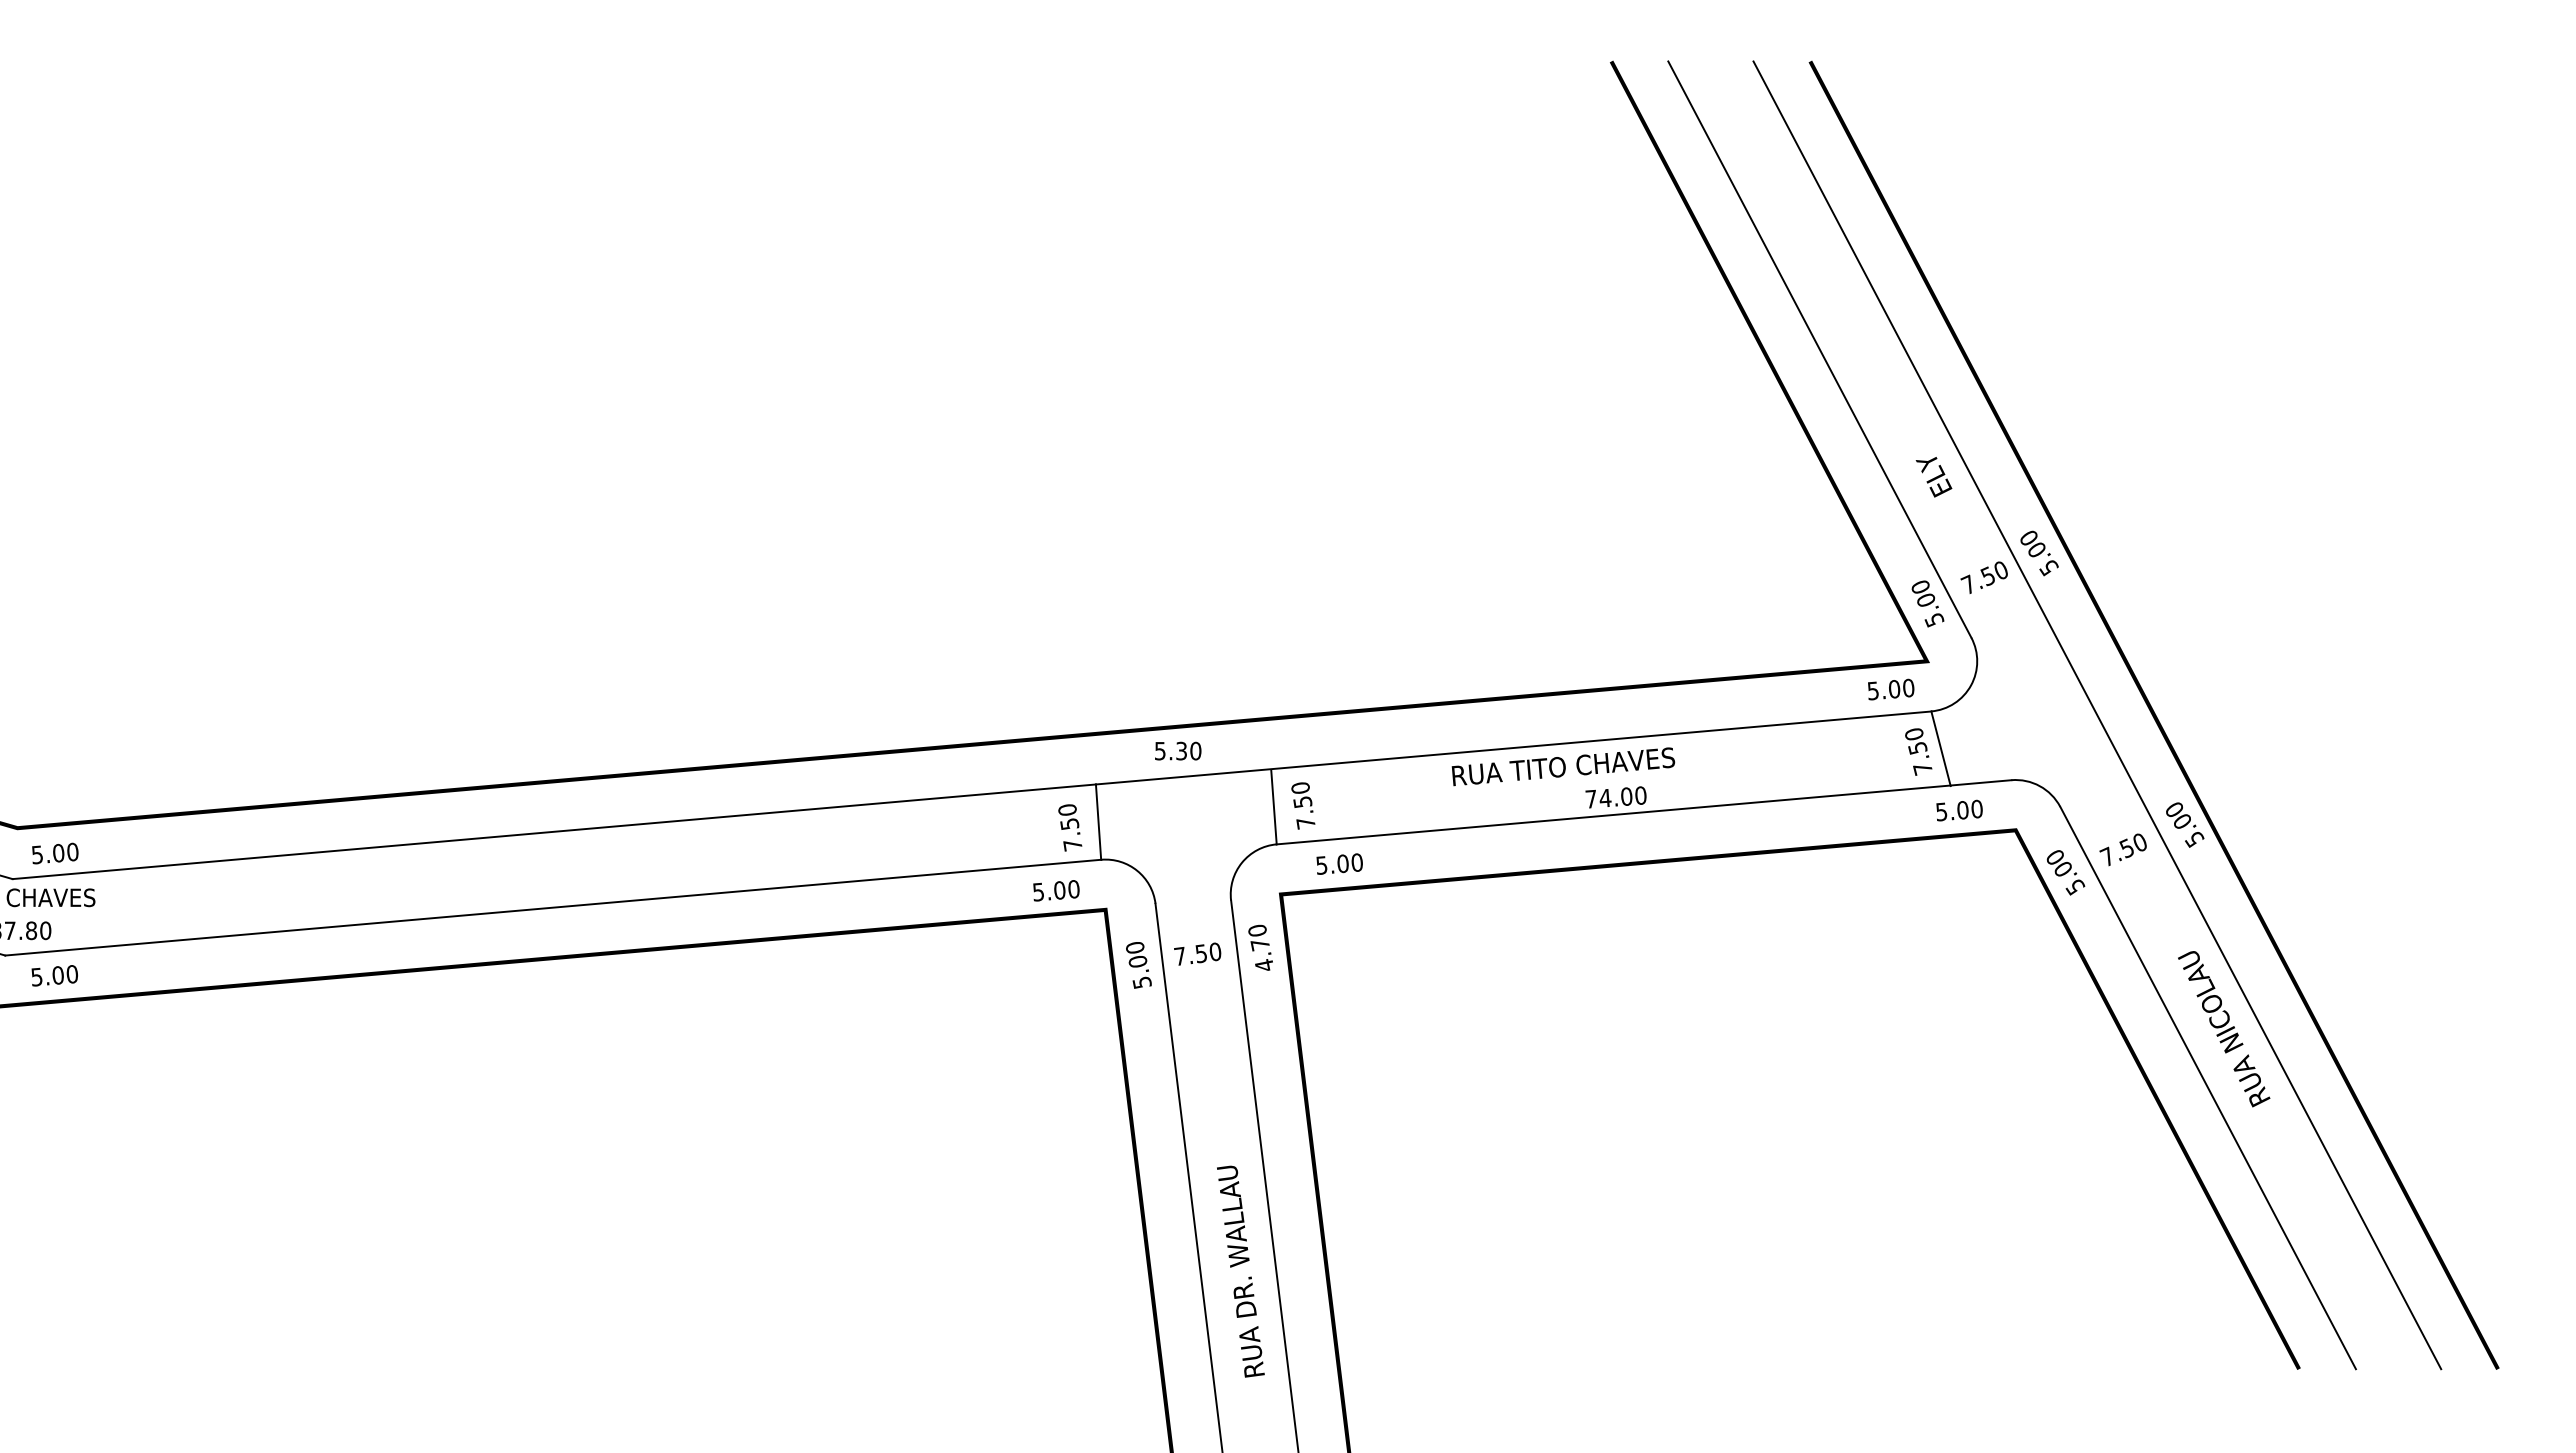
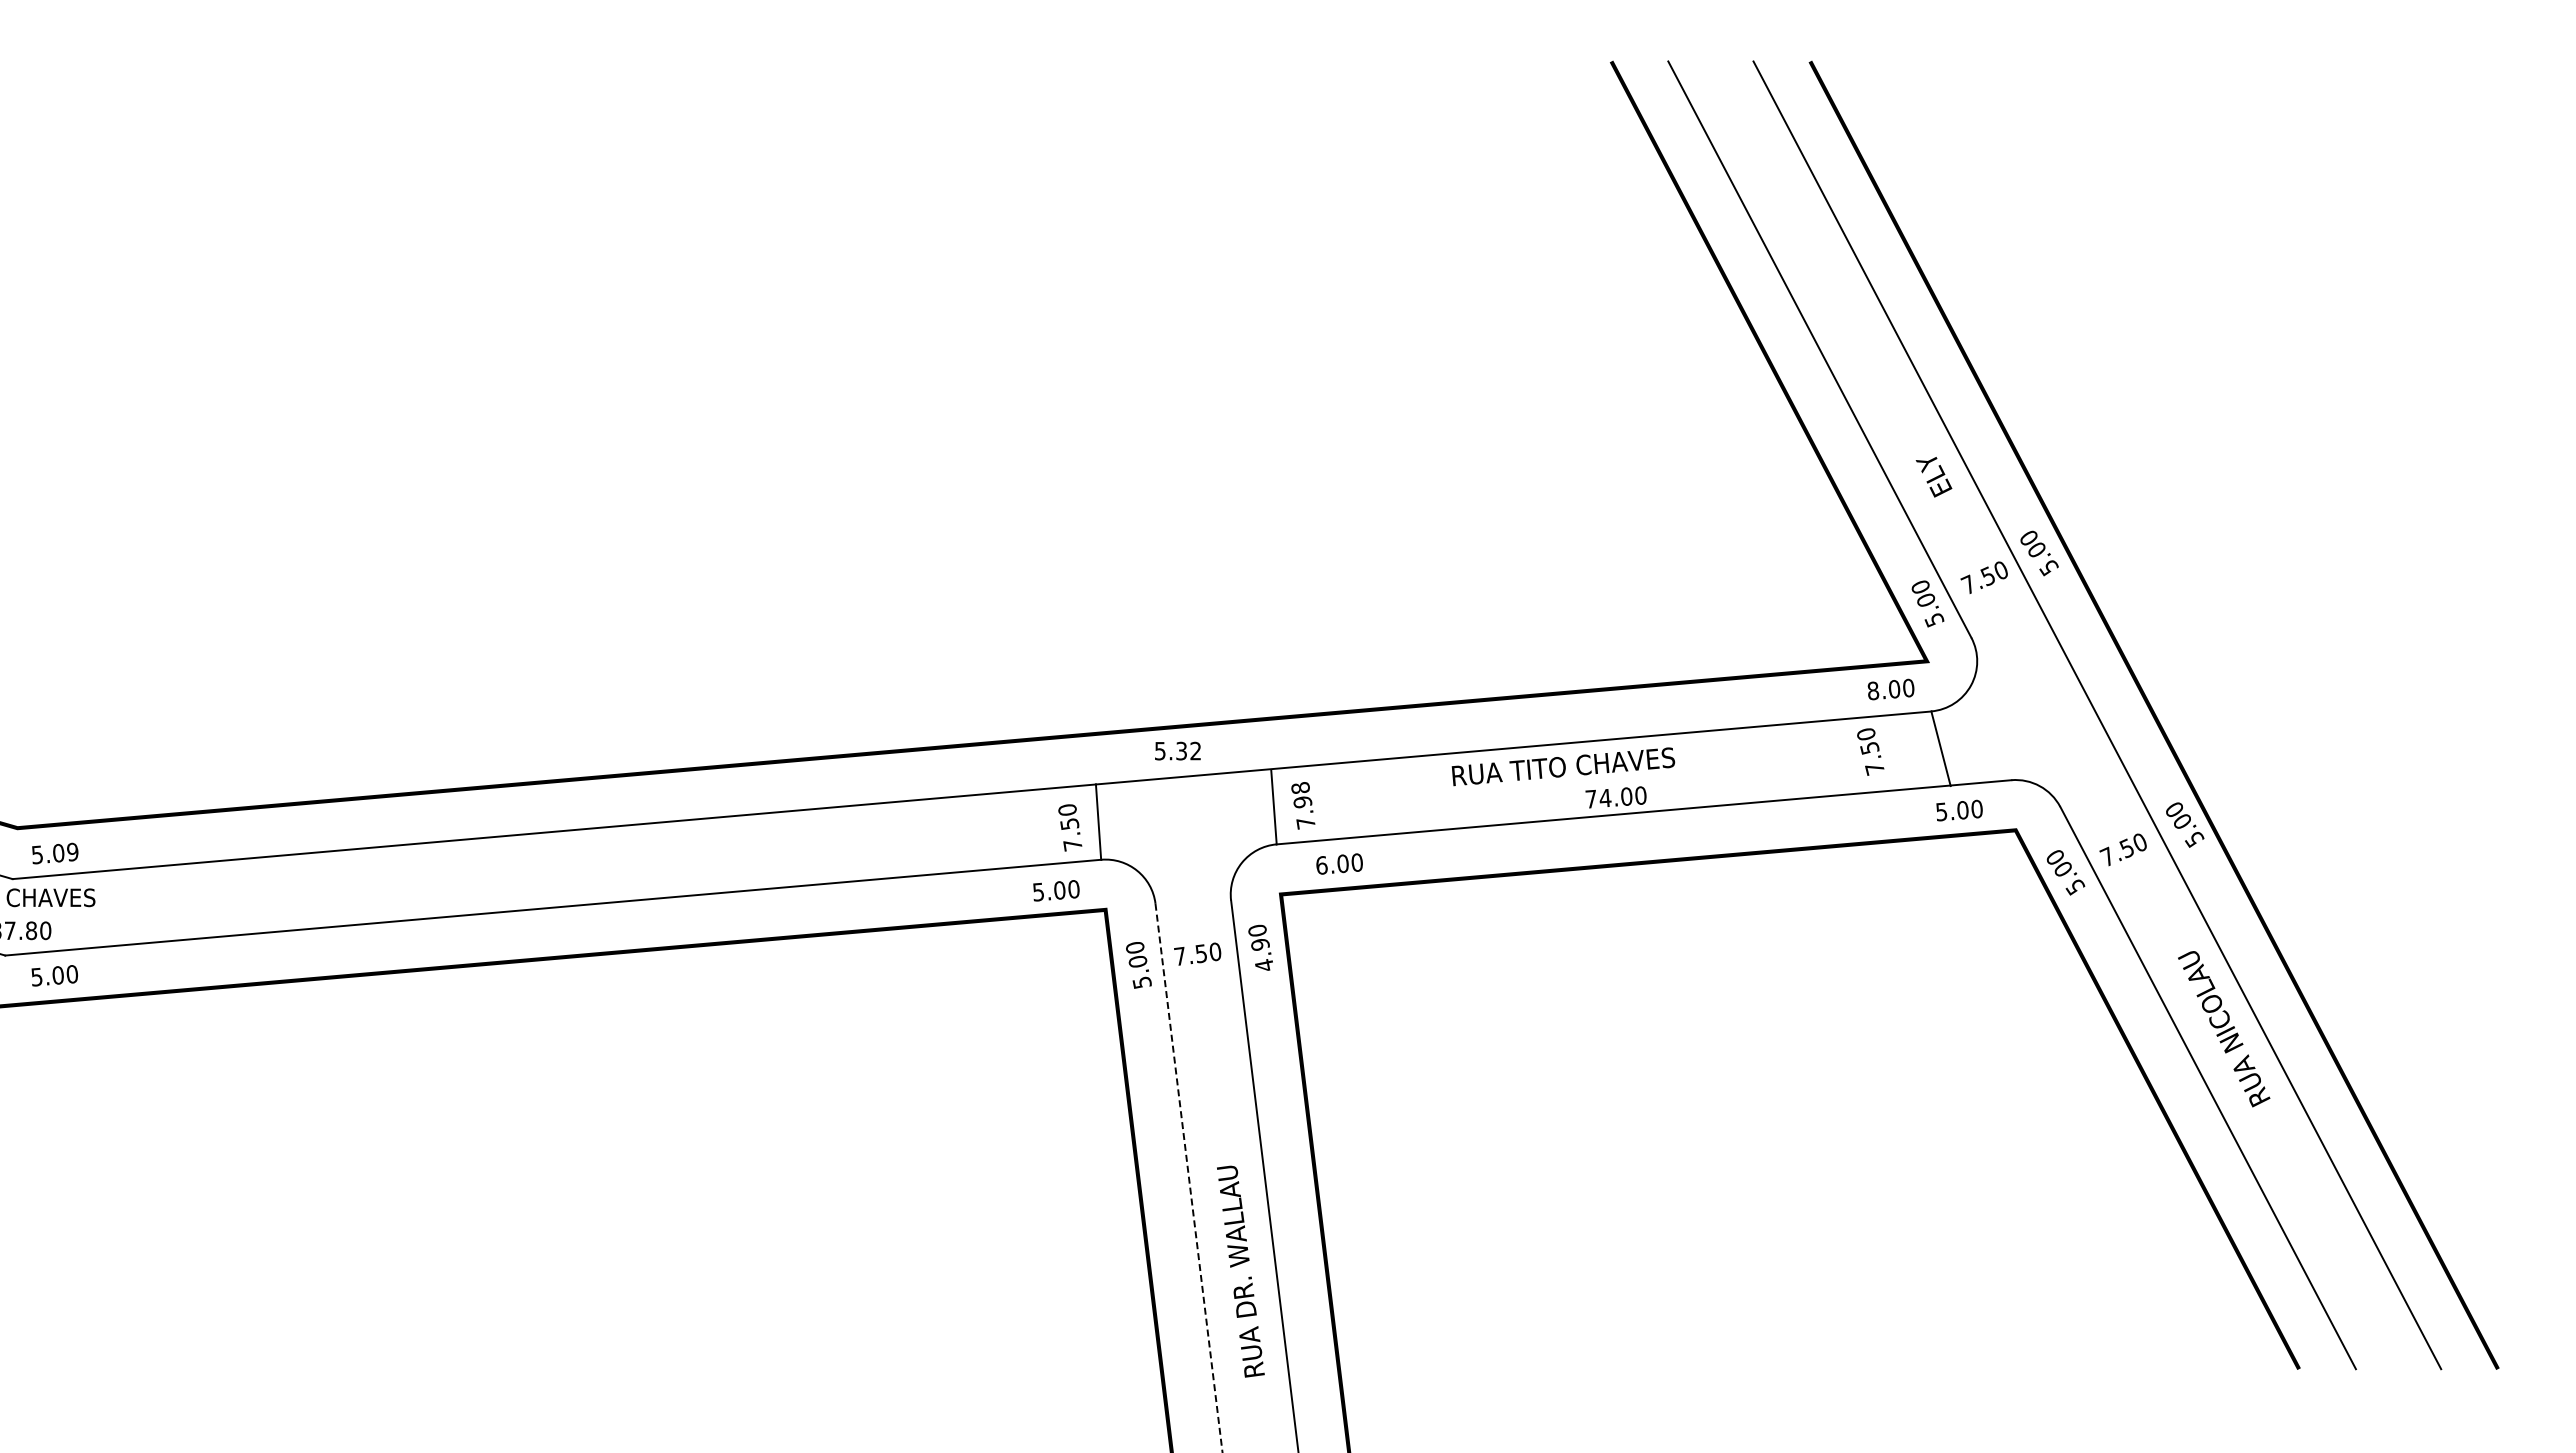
text at (1873, 690): 5.00 -> 8.00
text at (1195, 750): 5.30 -> 5.32
text at (1918, 751) position: (1918, 751) -> (1870, 751)
text at (1301, 795): 7.50 -> 7.98
text at (72, 852): 5.00 -> 5.09
text at (1321, 865): 5.00 -> 6.00
text at (1259, 945): 4.70 -> 4.90
line at (1189, 1178): solid -> dashed
